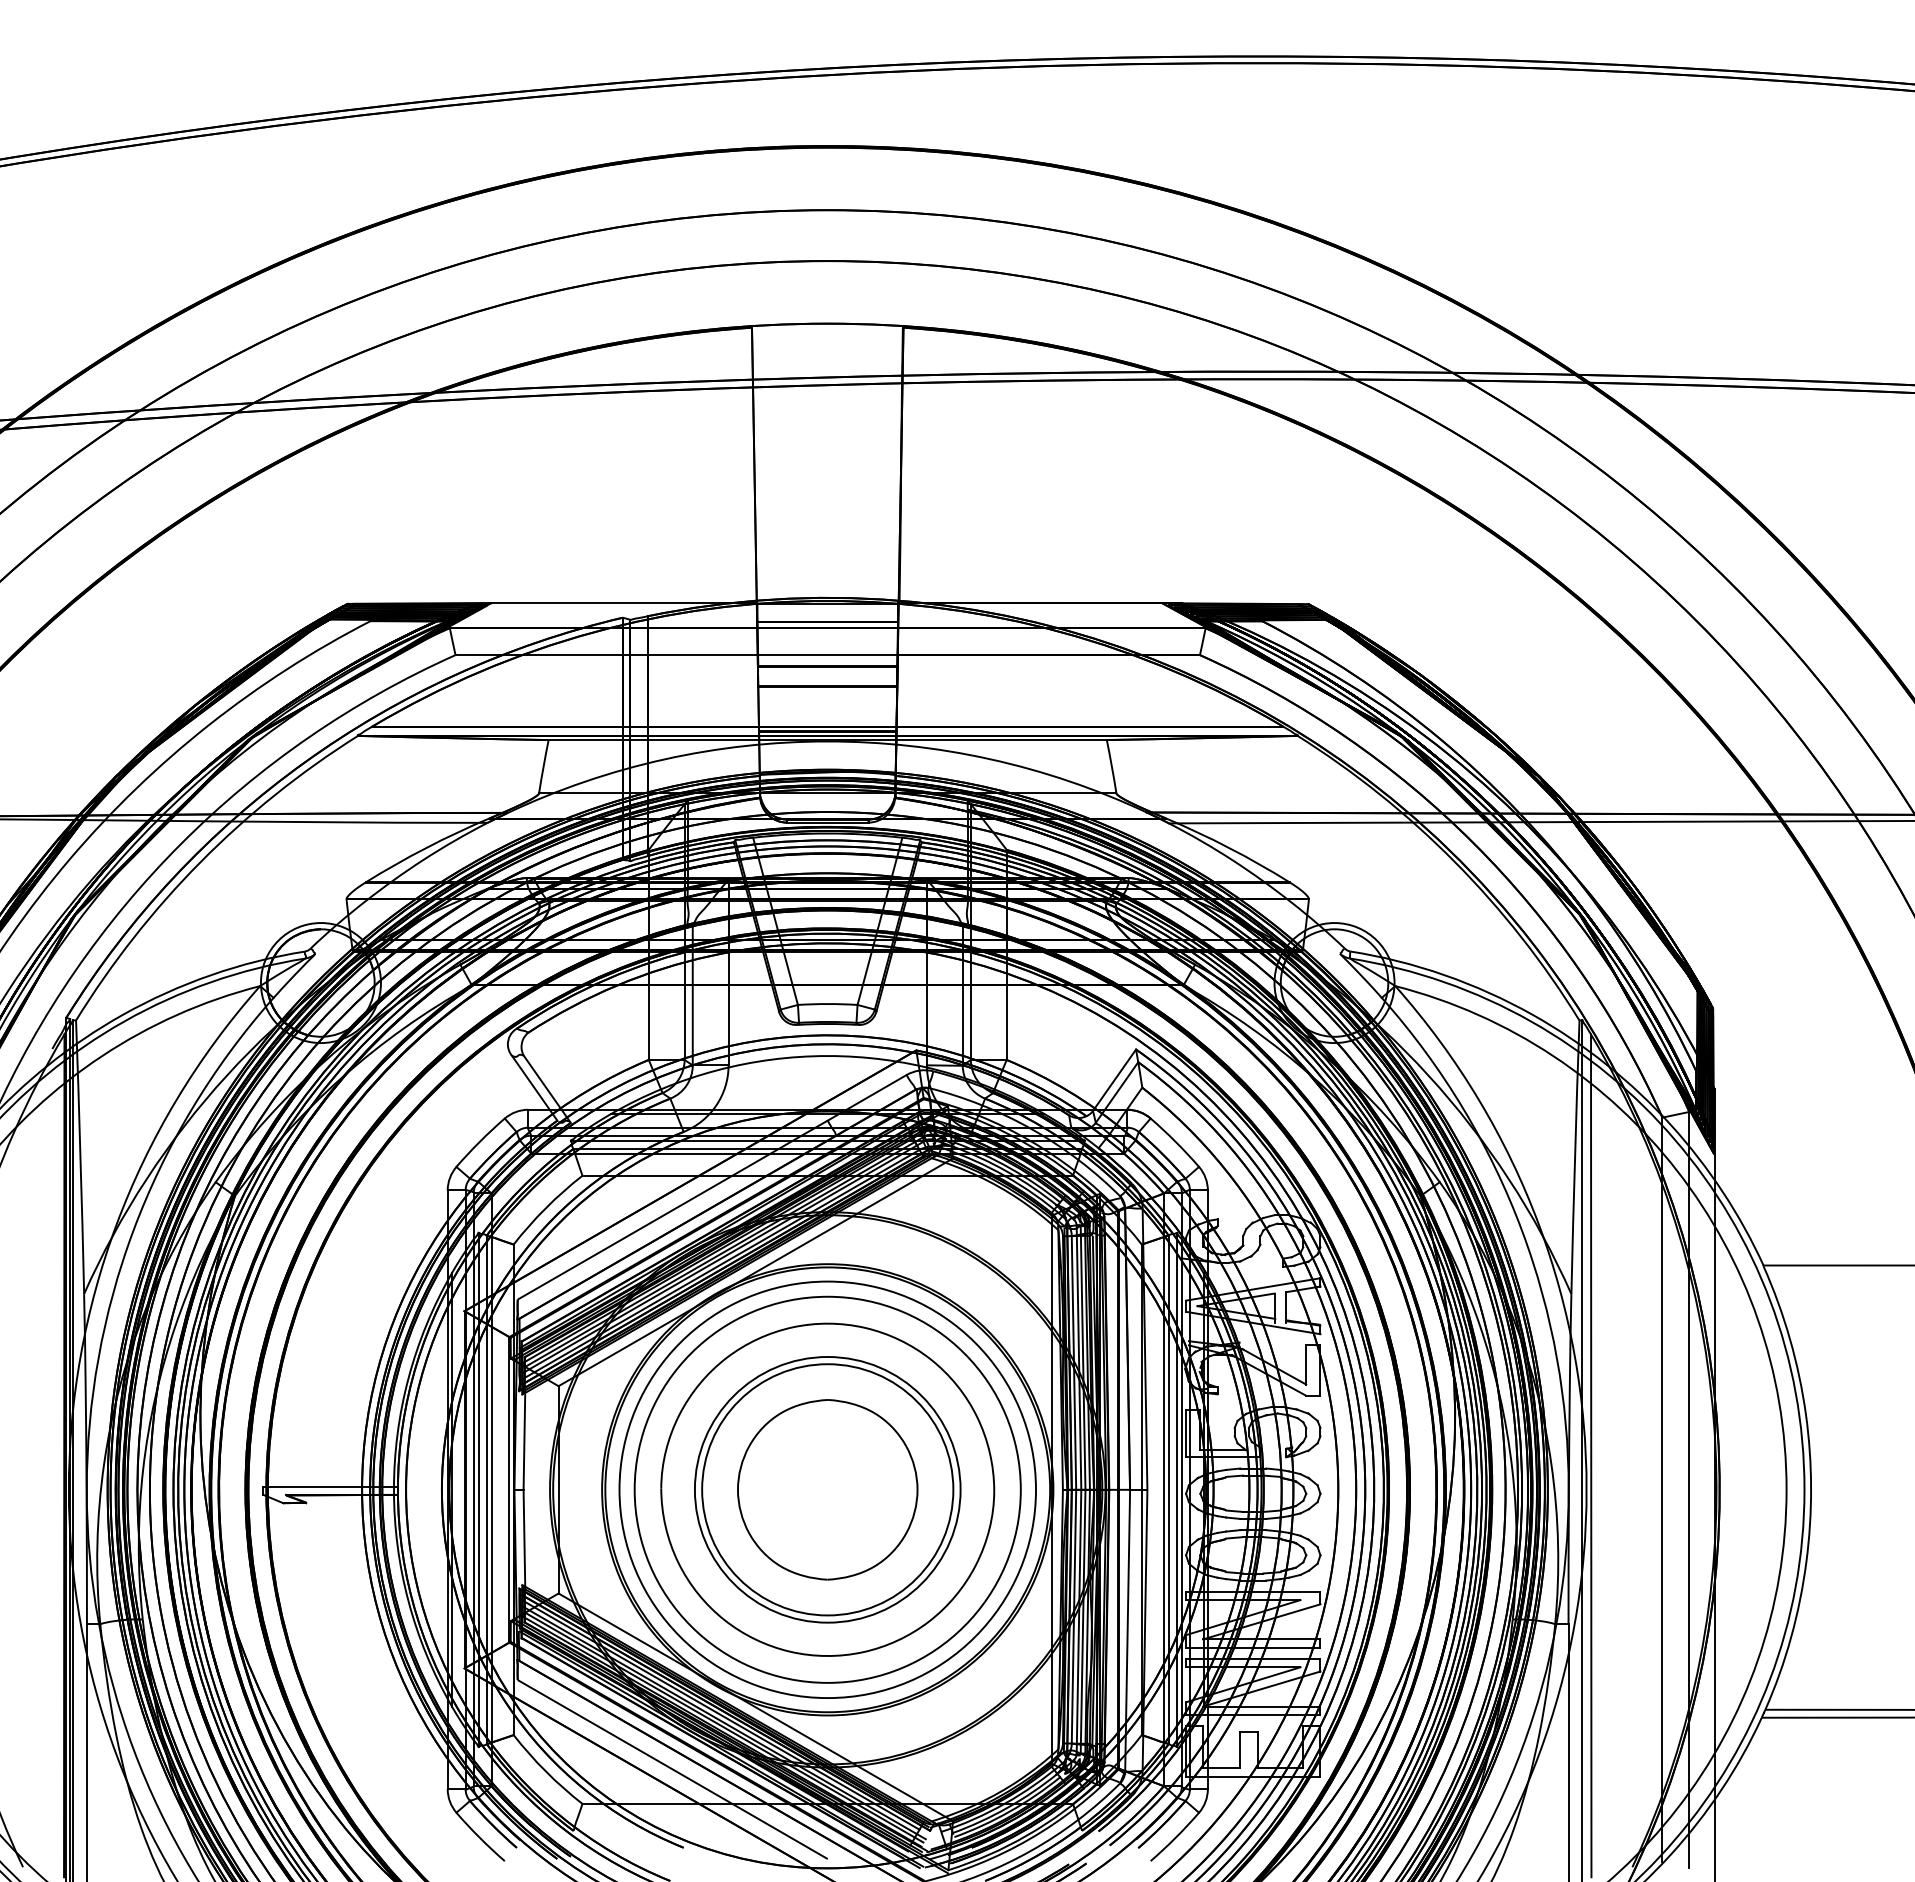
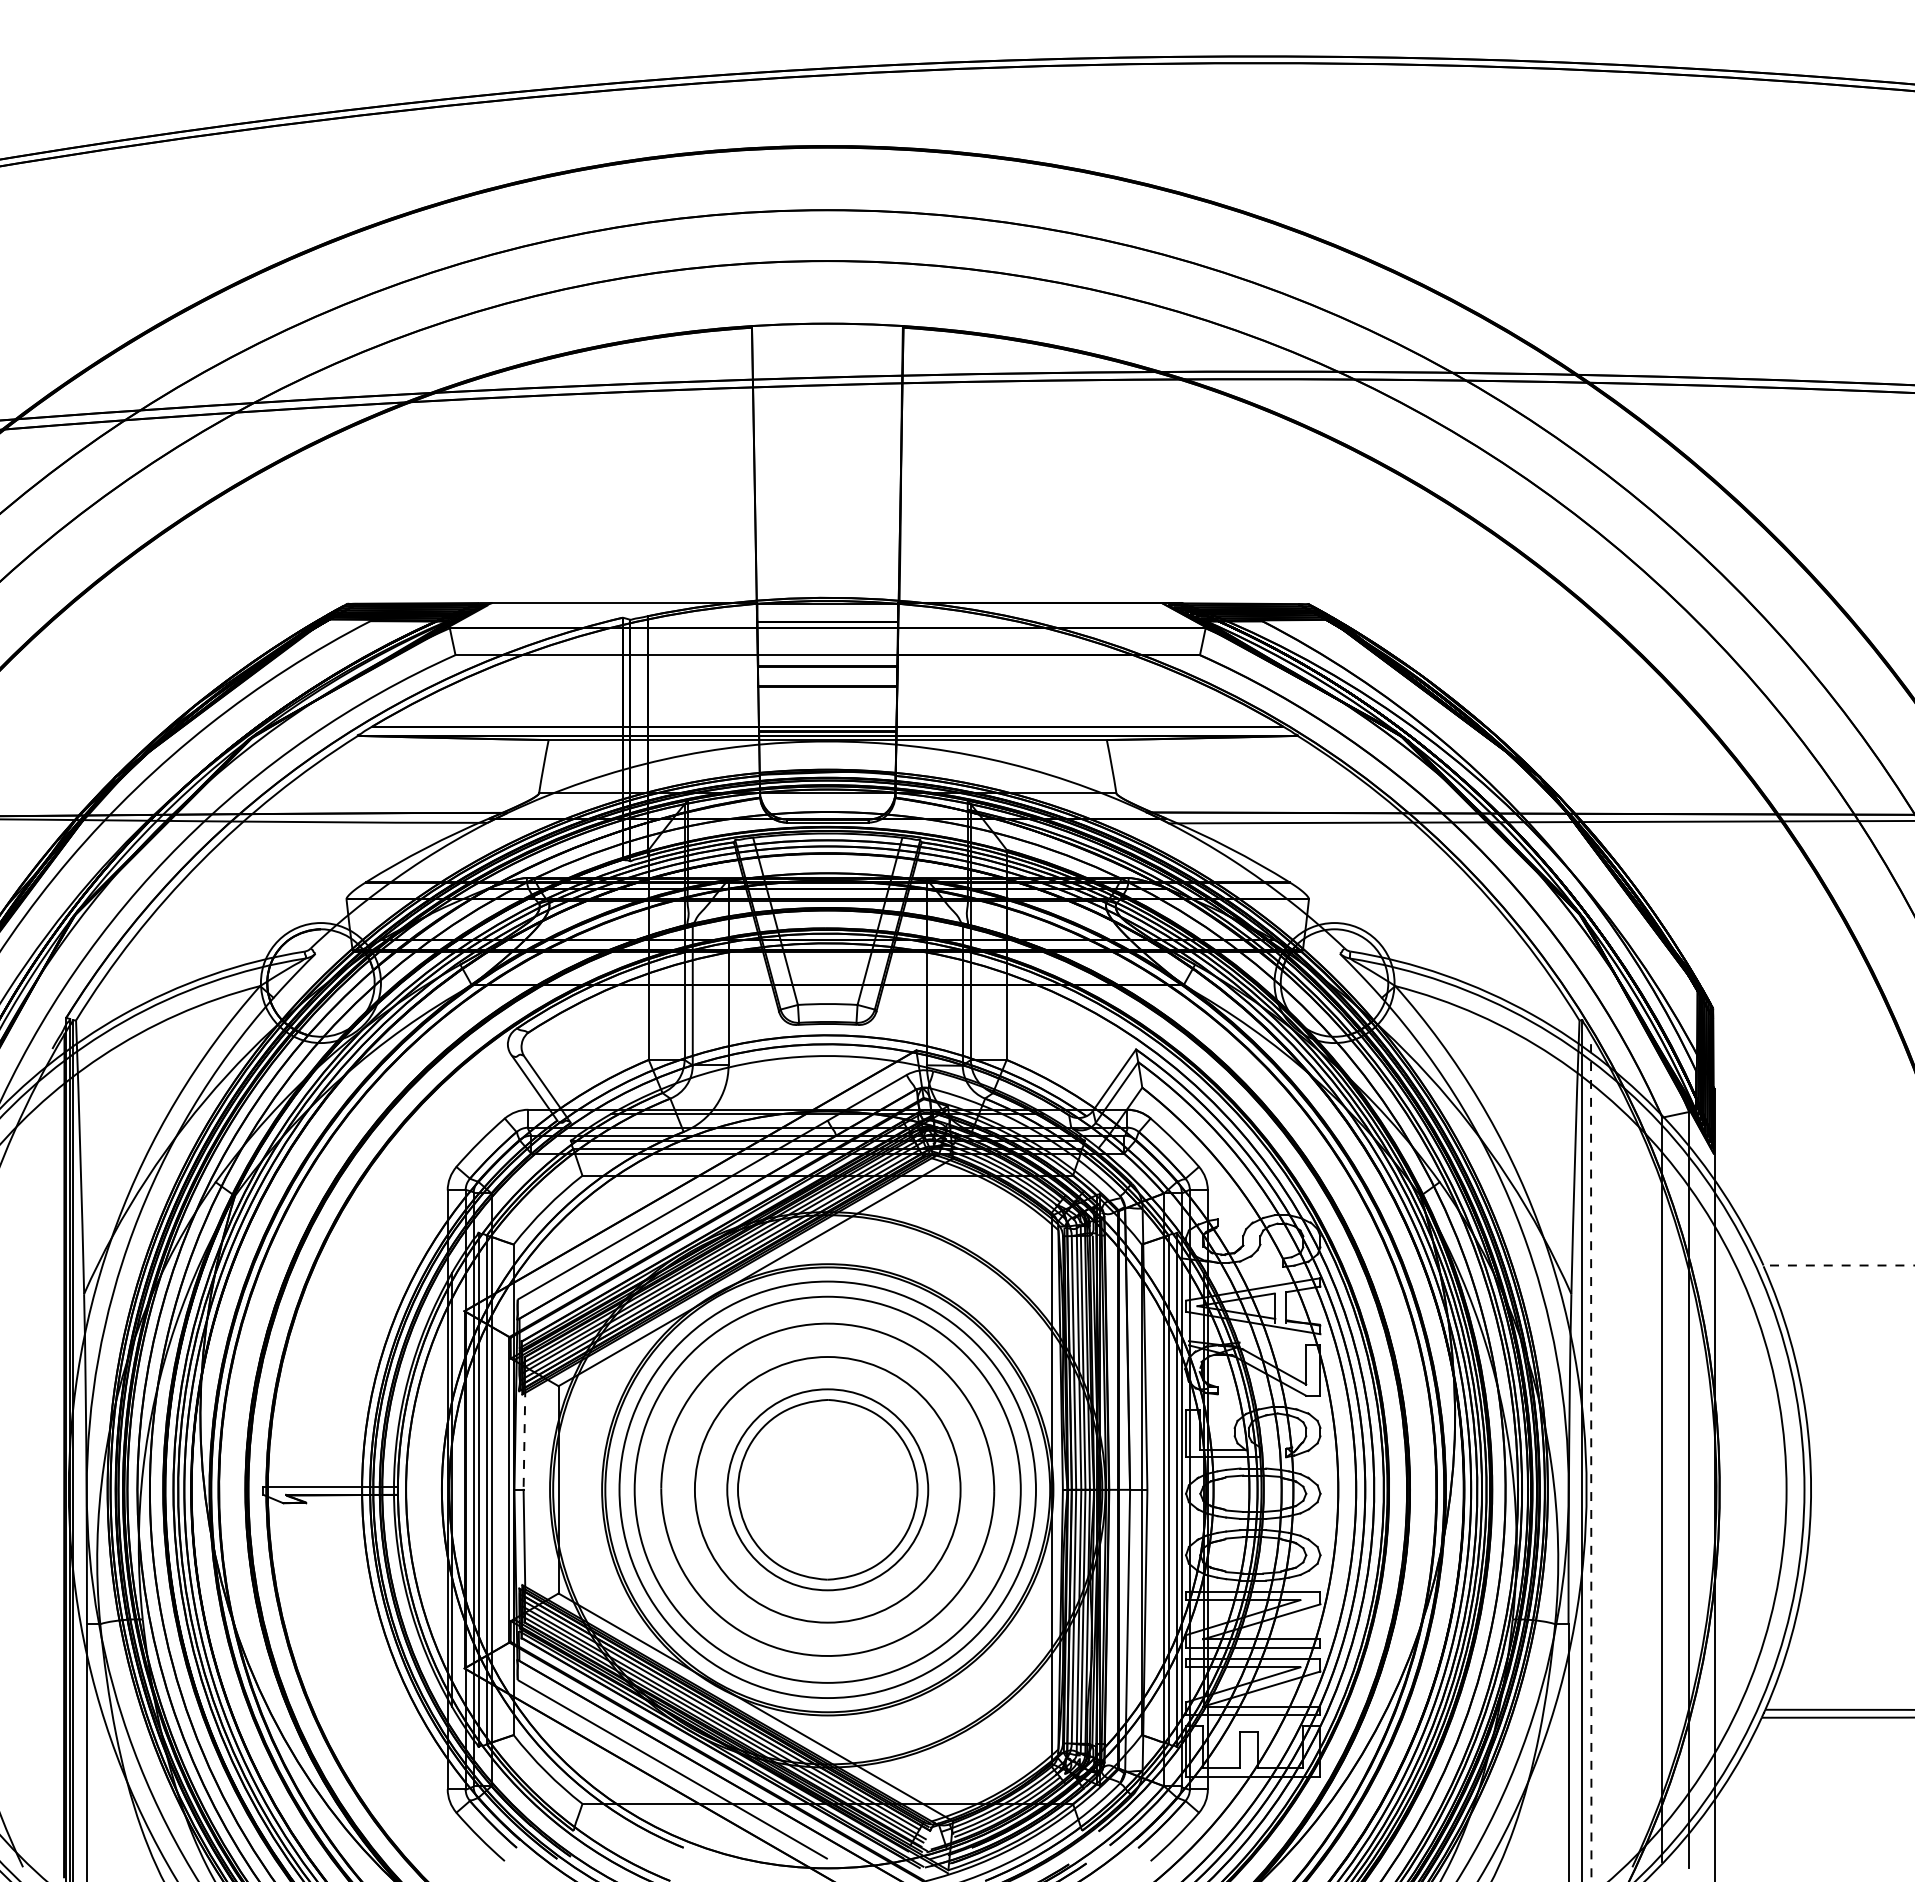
line at (1838, 1265): solid -> dashed
line at (524, 1439): solid -> dashed
line at (1591, 1455): solid -> dashed
circle at (827, 1489) diameter: 251 px -> 201 px
